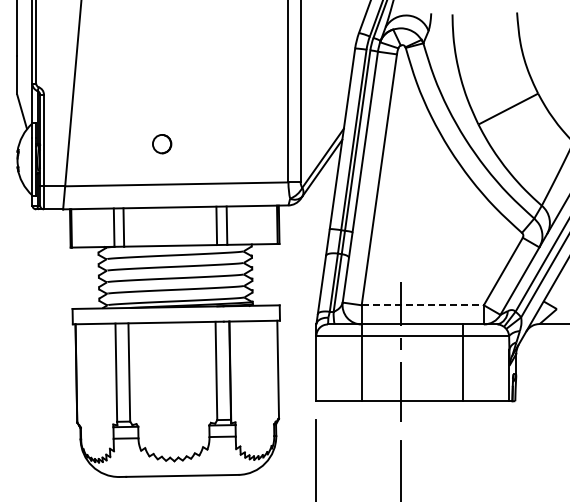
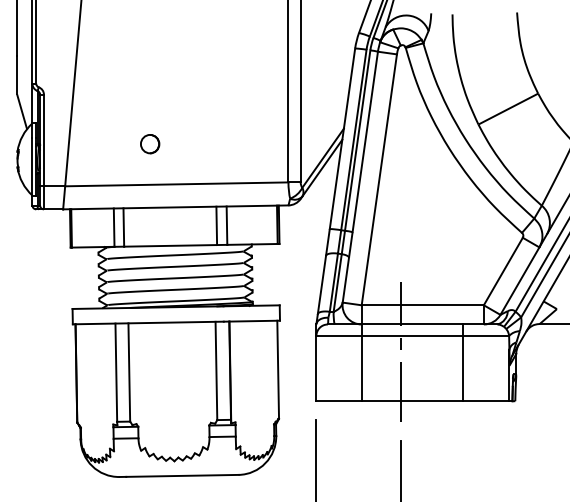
circle at (162, 144) position: (162, 144) -> (150, 144)
line at (423, 305): dashed -> solid
